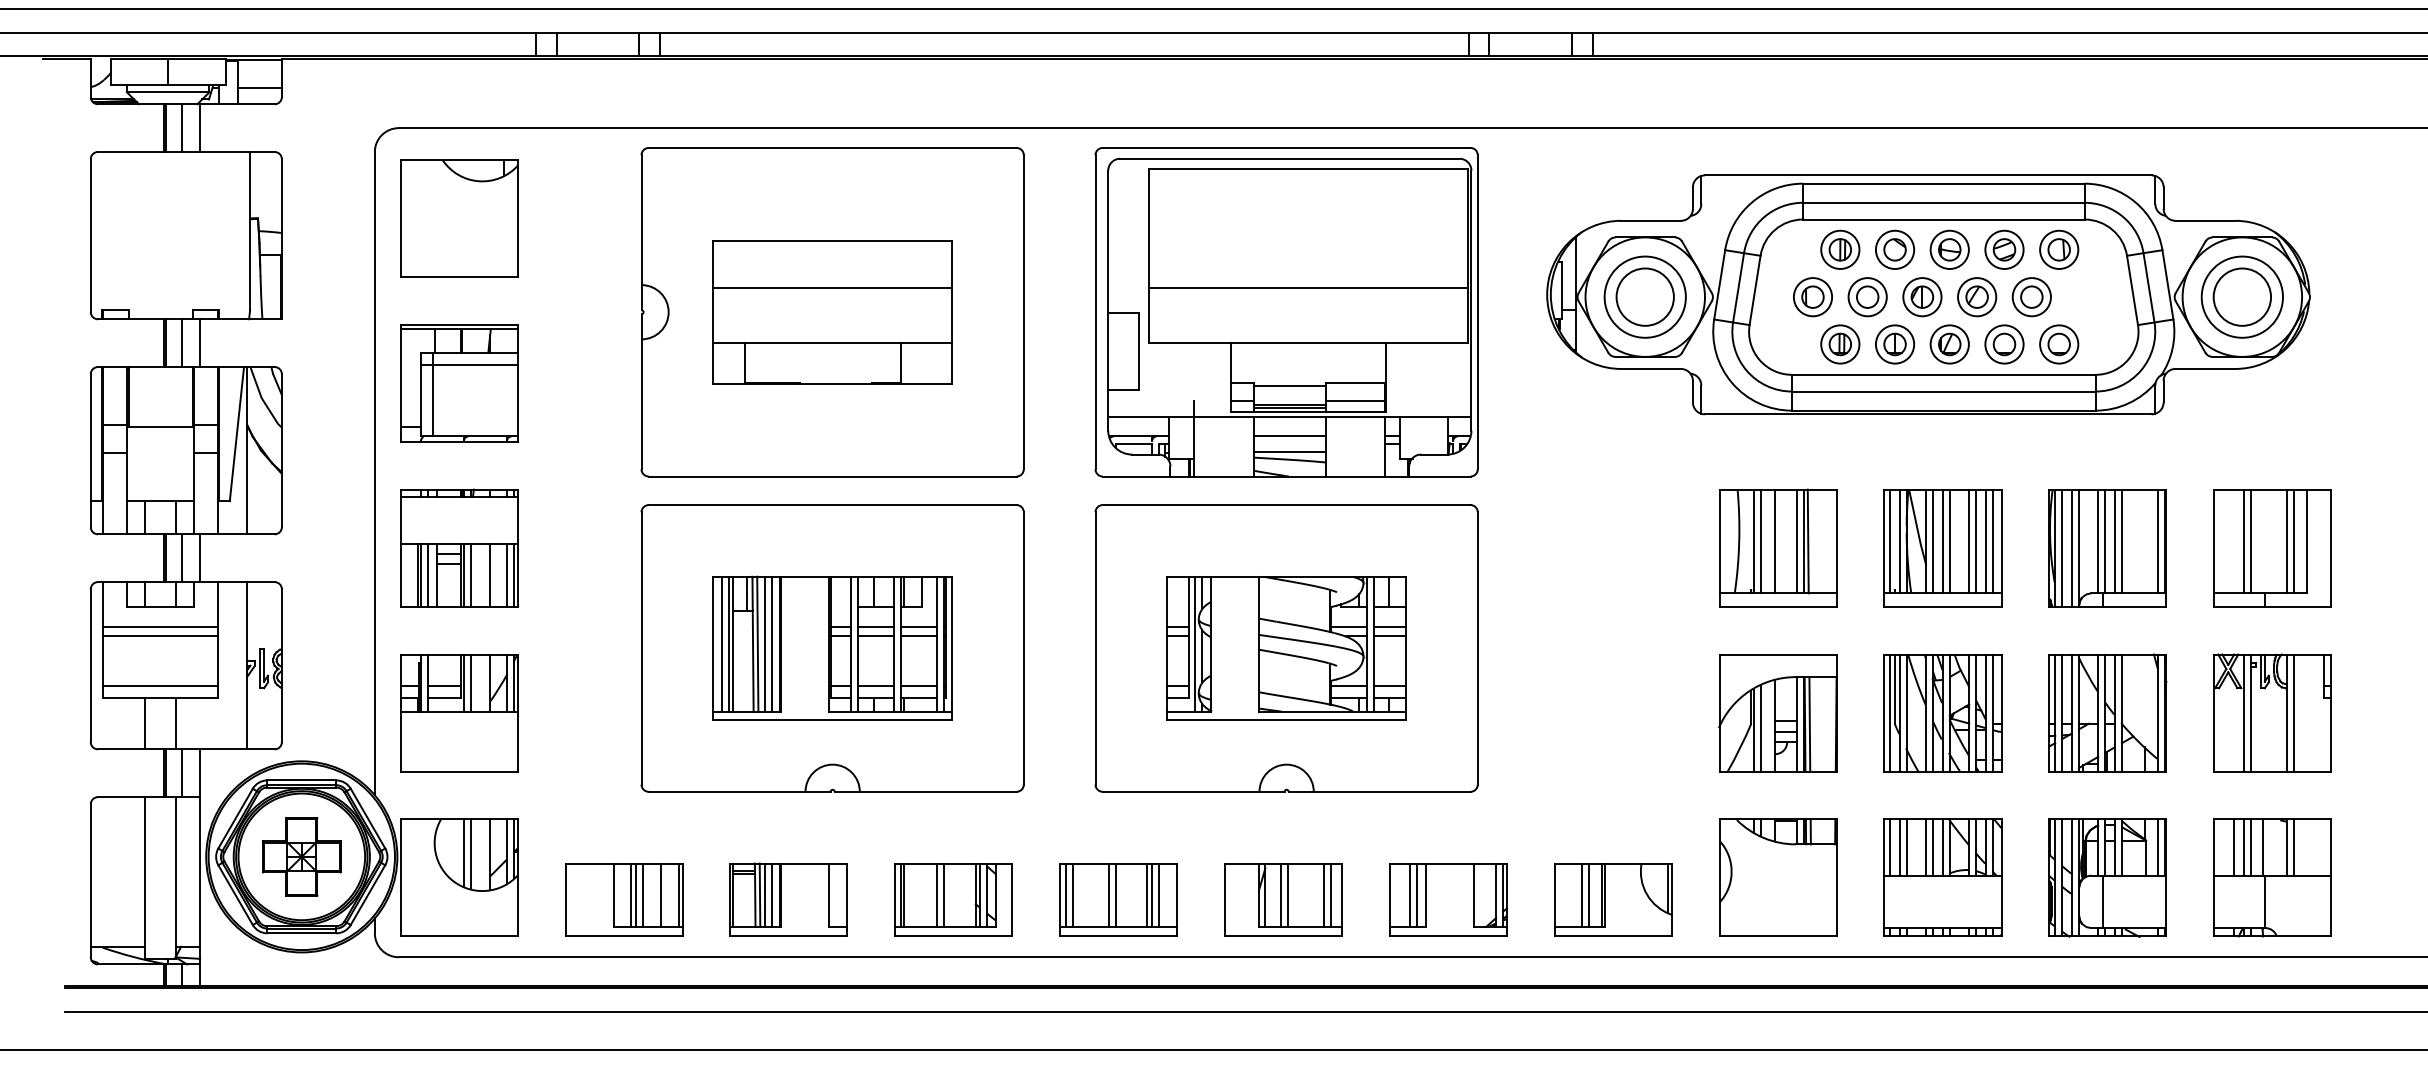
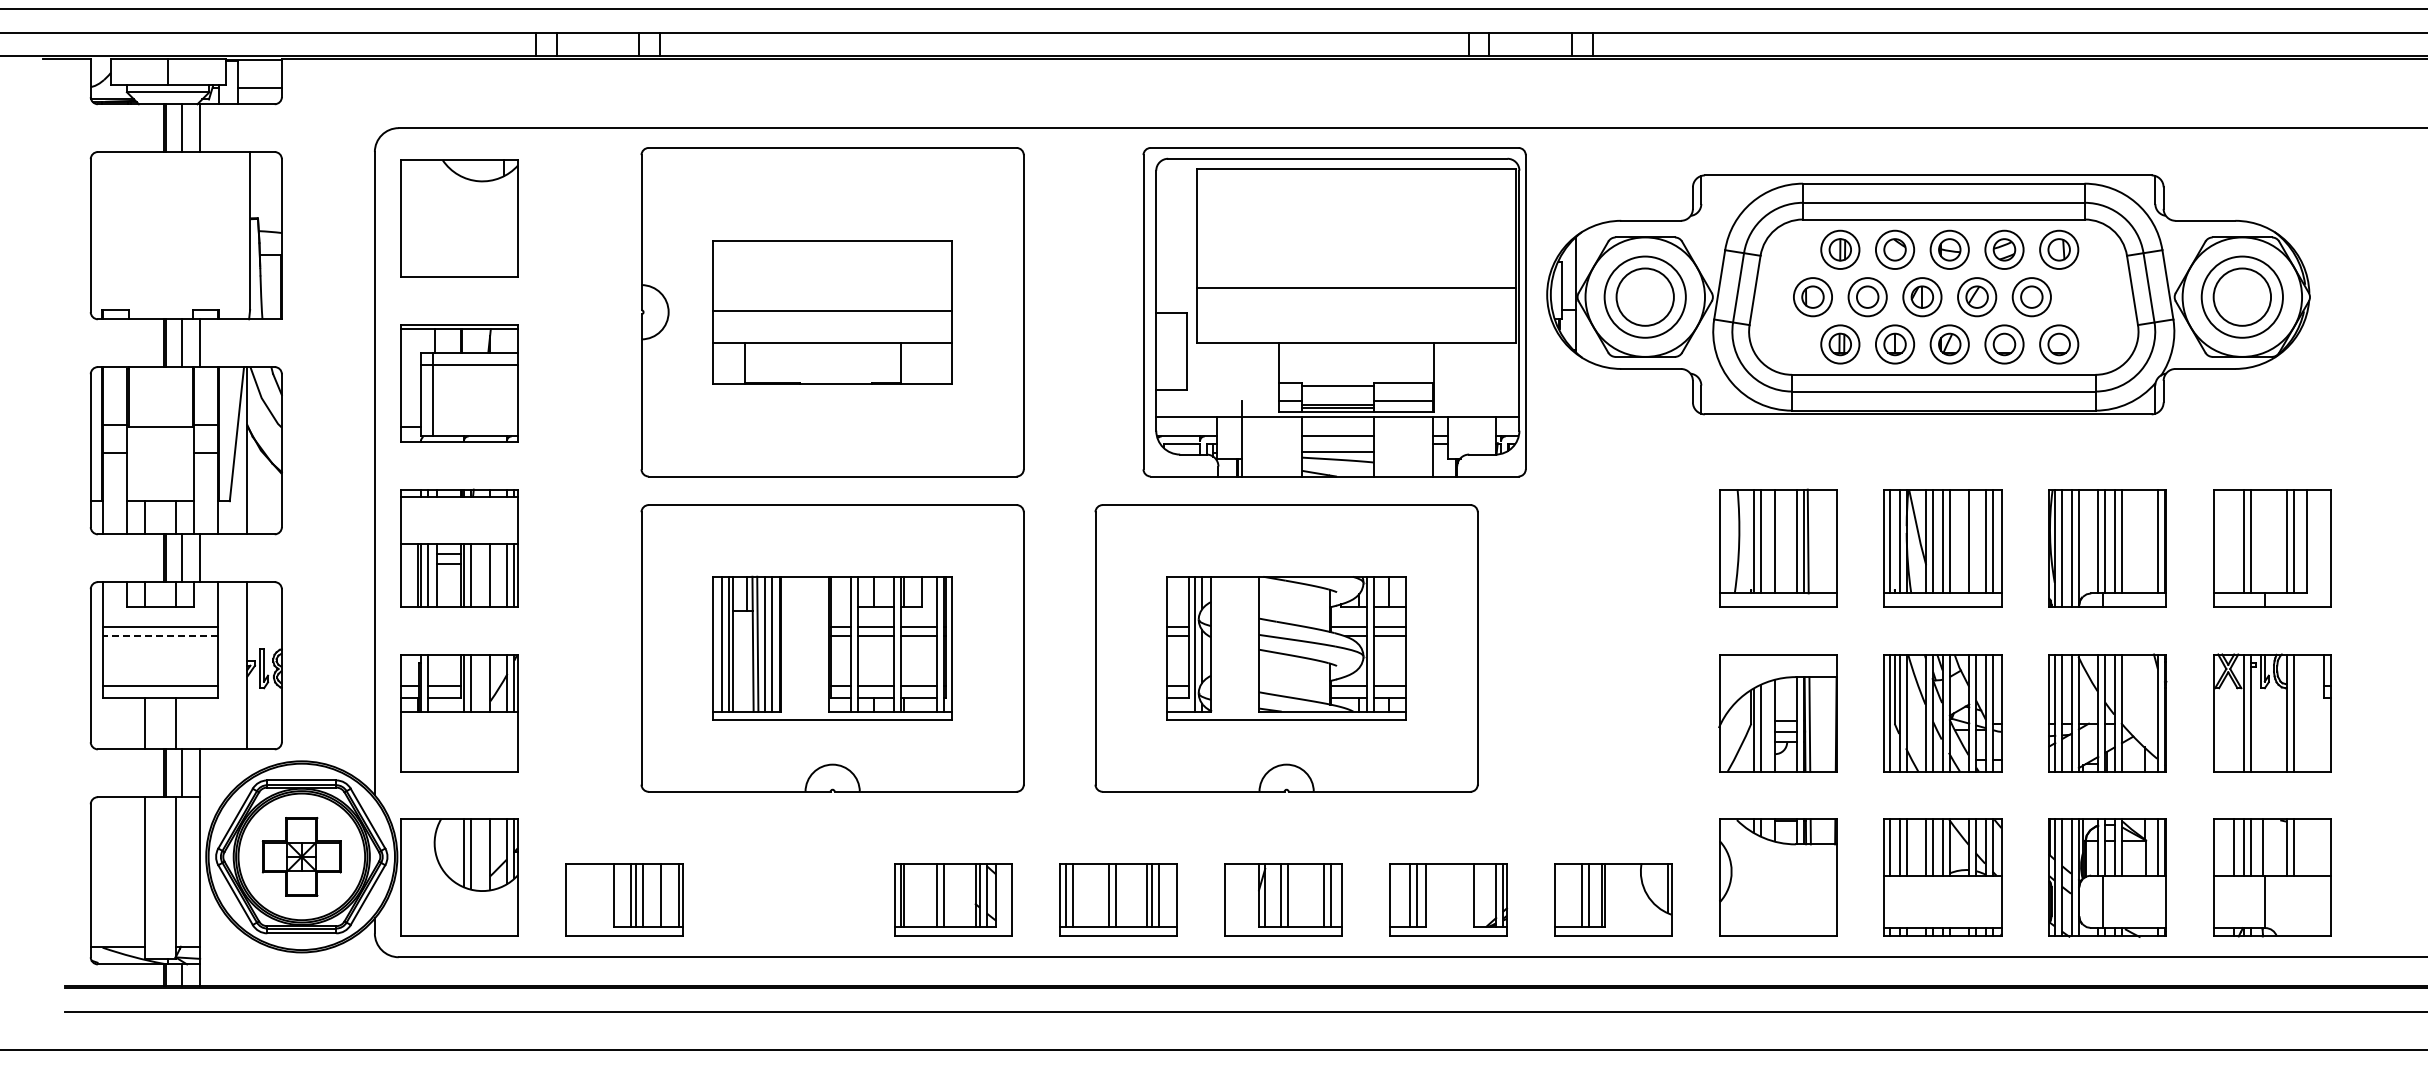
line at (832, 288) position: (832, 288) -> (832, 311)
part at (1286, 312) position: (1286, 312) -> (1334, 312)
line at (1976, 541): present -> none
line at (160, 636): solid -> dashed
part at (788, 899): present -> none
